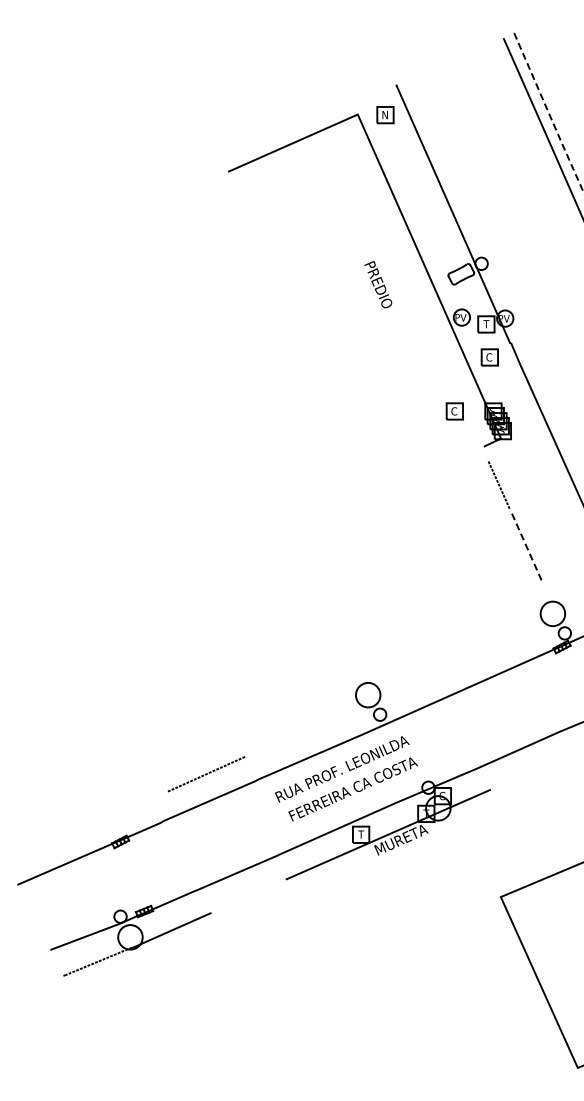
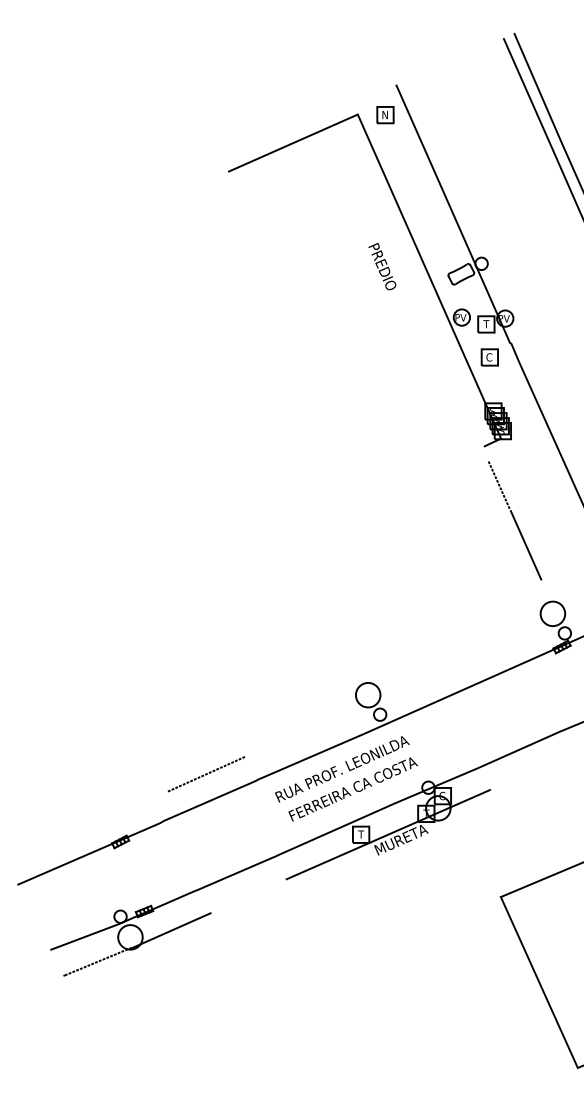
line at (548, 113): dashed -> solid
text at (378, 284) position: (378, 284) -> (382, 266)
part at (454, 411): present -> none
line at (525, 544): dashed -> solid
